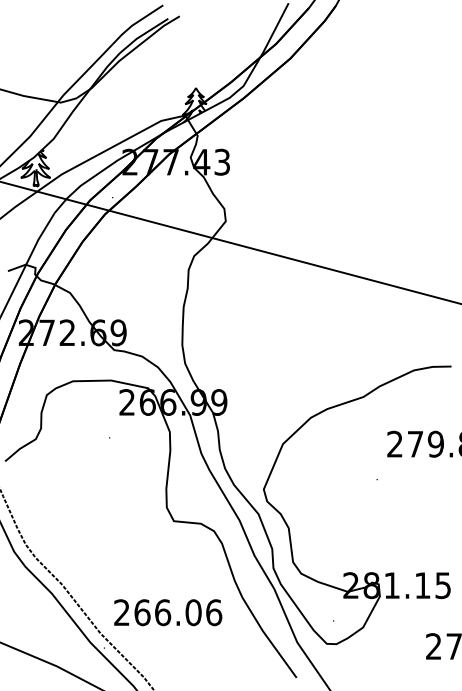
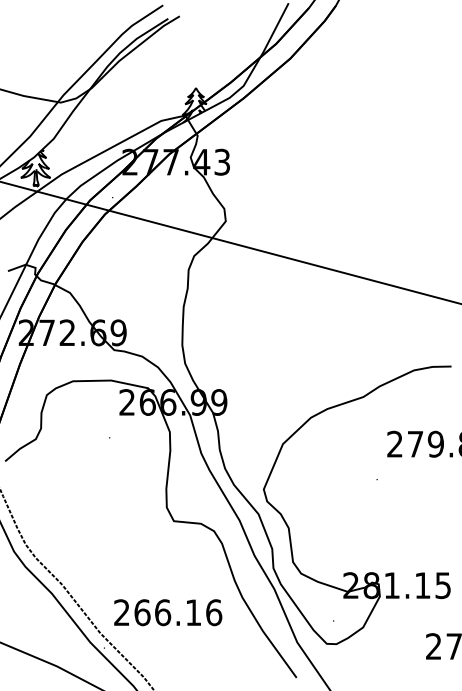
text at (193, 612): 266.06 -> 266.16
